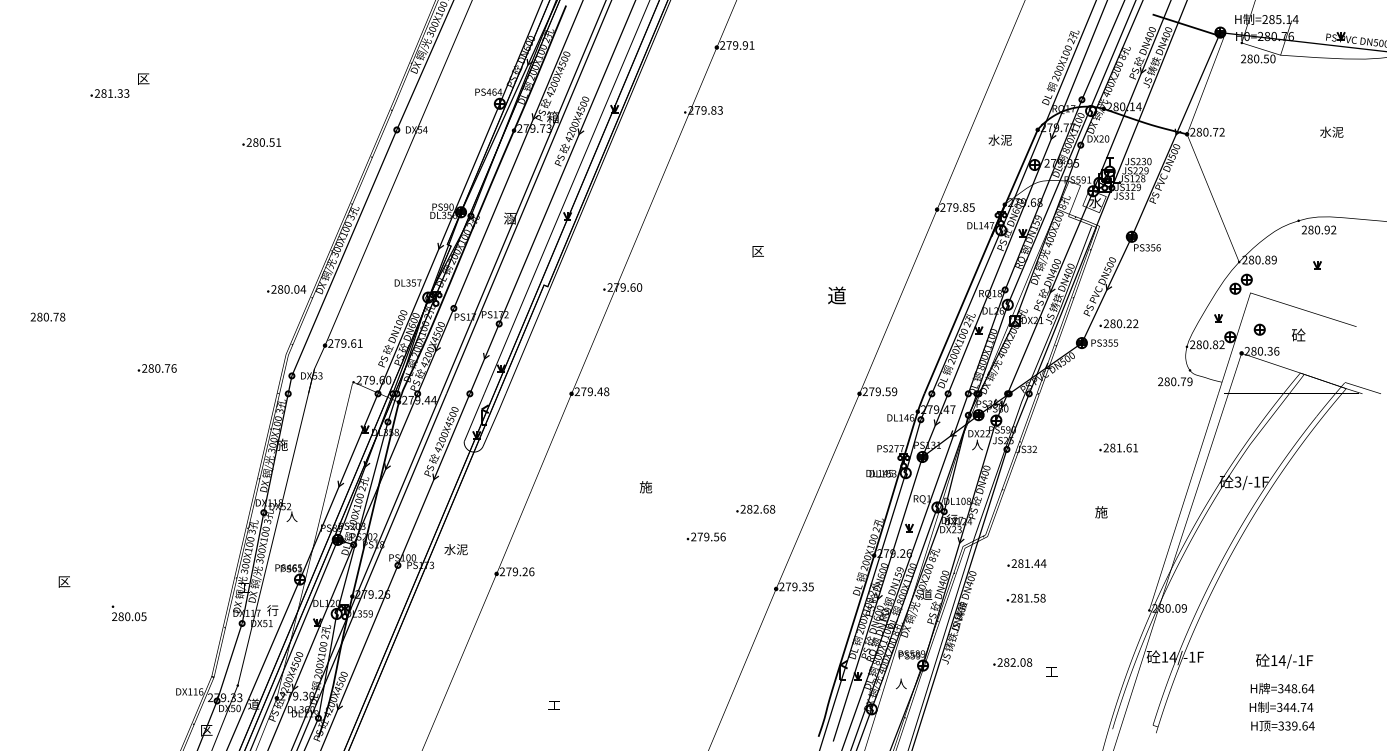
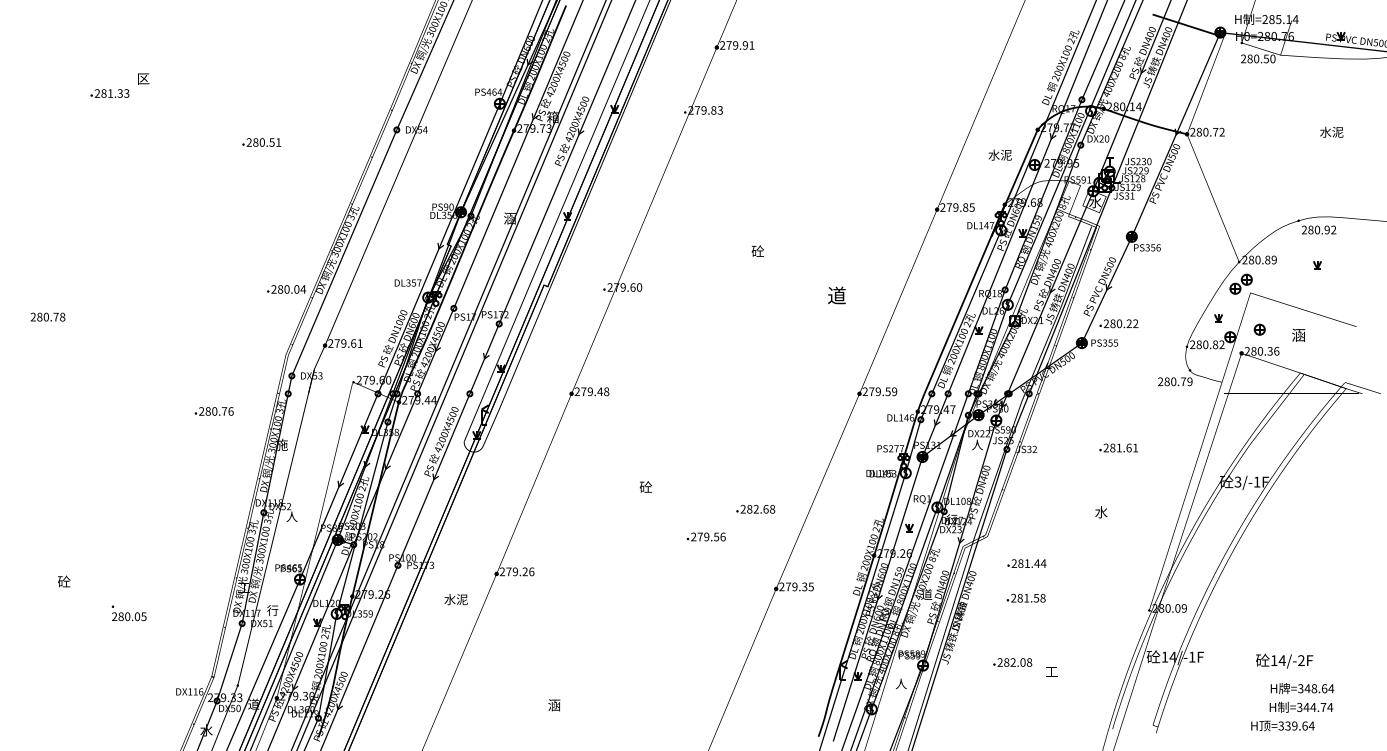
text at (999, 139) position: (999, 139) -> (999, 154)
text at (757, 251): 区 -> 砼
text at (1298, 334): 砼 -> 涵
text at (156, 368) position: (156, 368) -> (213, 411)
text at (645, 487): 施 -> 砼
text at (1101, 512): 施 -> 水
text at (455, 549) position: (455, 549) -> (455, 599)
text at (64, 581): 区 -> 砼
text at (1301, 660): 14/-1F -> 14/-2F
text at (1281, 697) position: (1281, 697) -> (1301, 697)
text at (554, 705): 工 -> 涵
text at (206, 730): 区 -> 水
